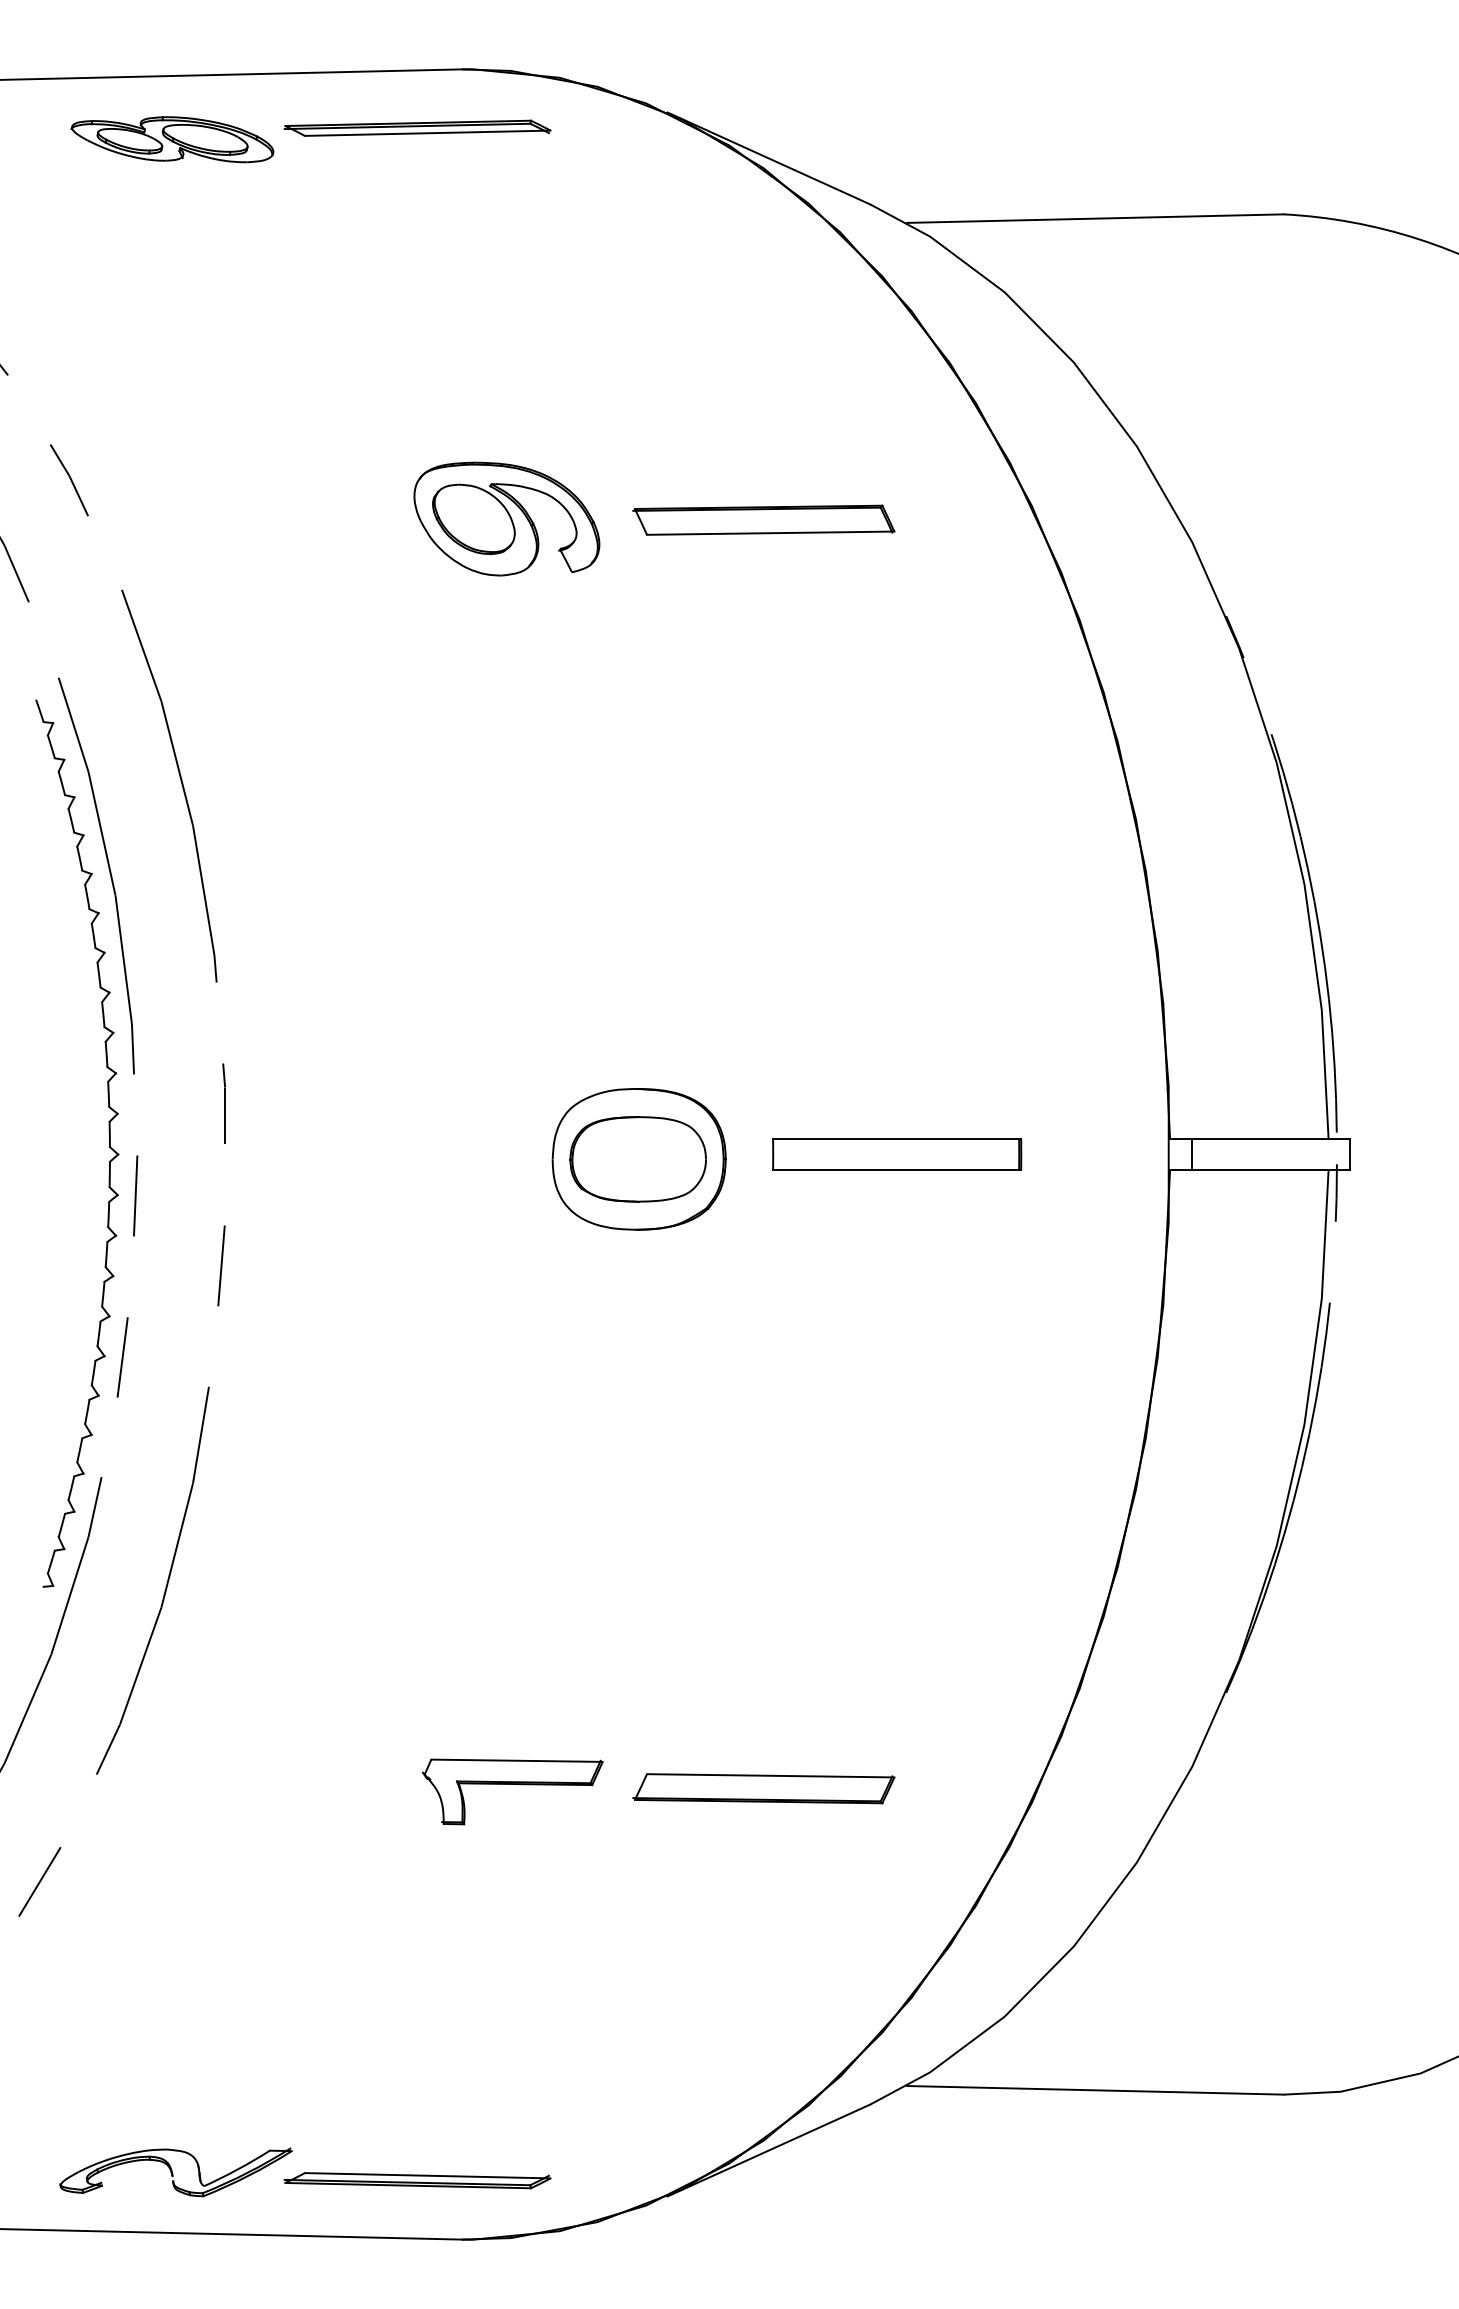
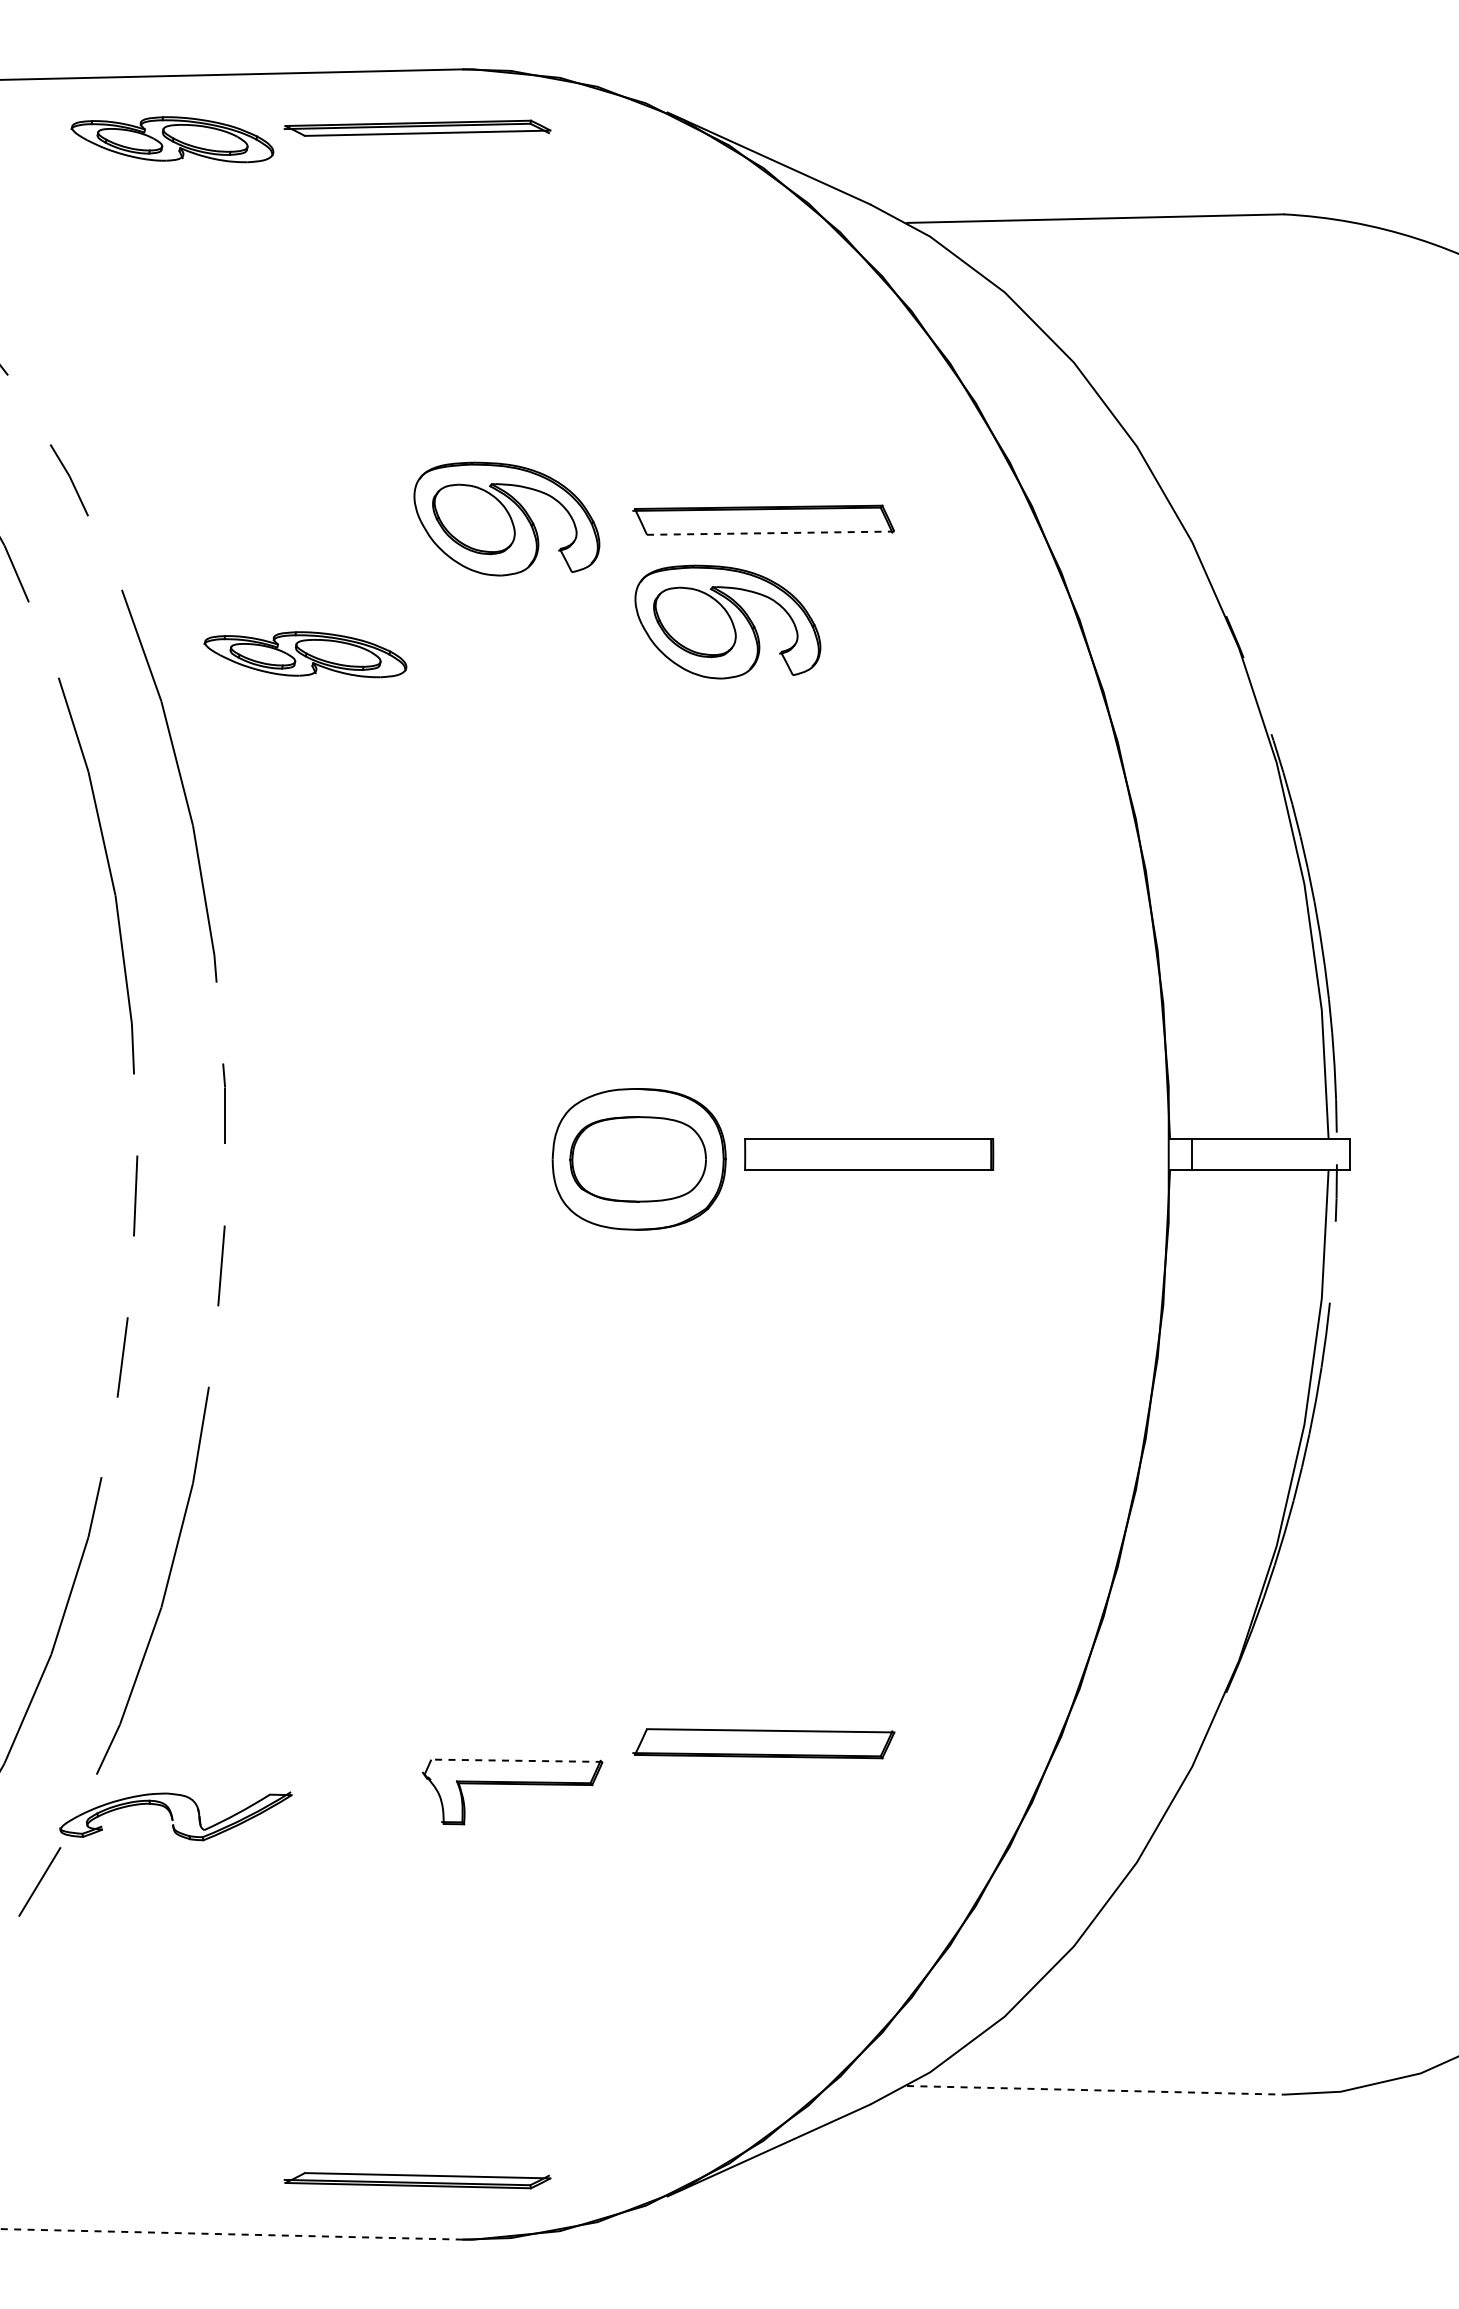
line at (770, 533): solid -> dashed
part at (727, 621): none -> present
part at (305, 654): none -> present
part at (109, 1143): present -> none
part at (897, 1154) position: (897, 1154) -> (869, 1154)
line at (517, 1760): solid -> dashed
part at (763, 1788) position: (763, 1788) -> (763, 1743)
line at (1095, 2090): solid -> dashed
part at (175, 2172) position: (175, 2172) -> (175, 1816)
line at (231, 2234): solid -> dashed
